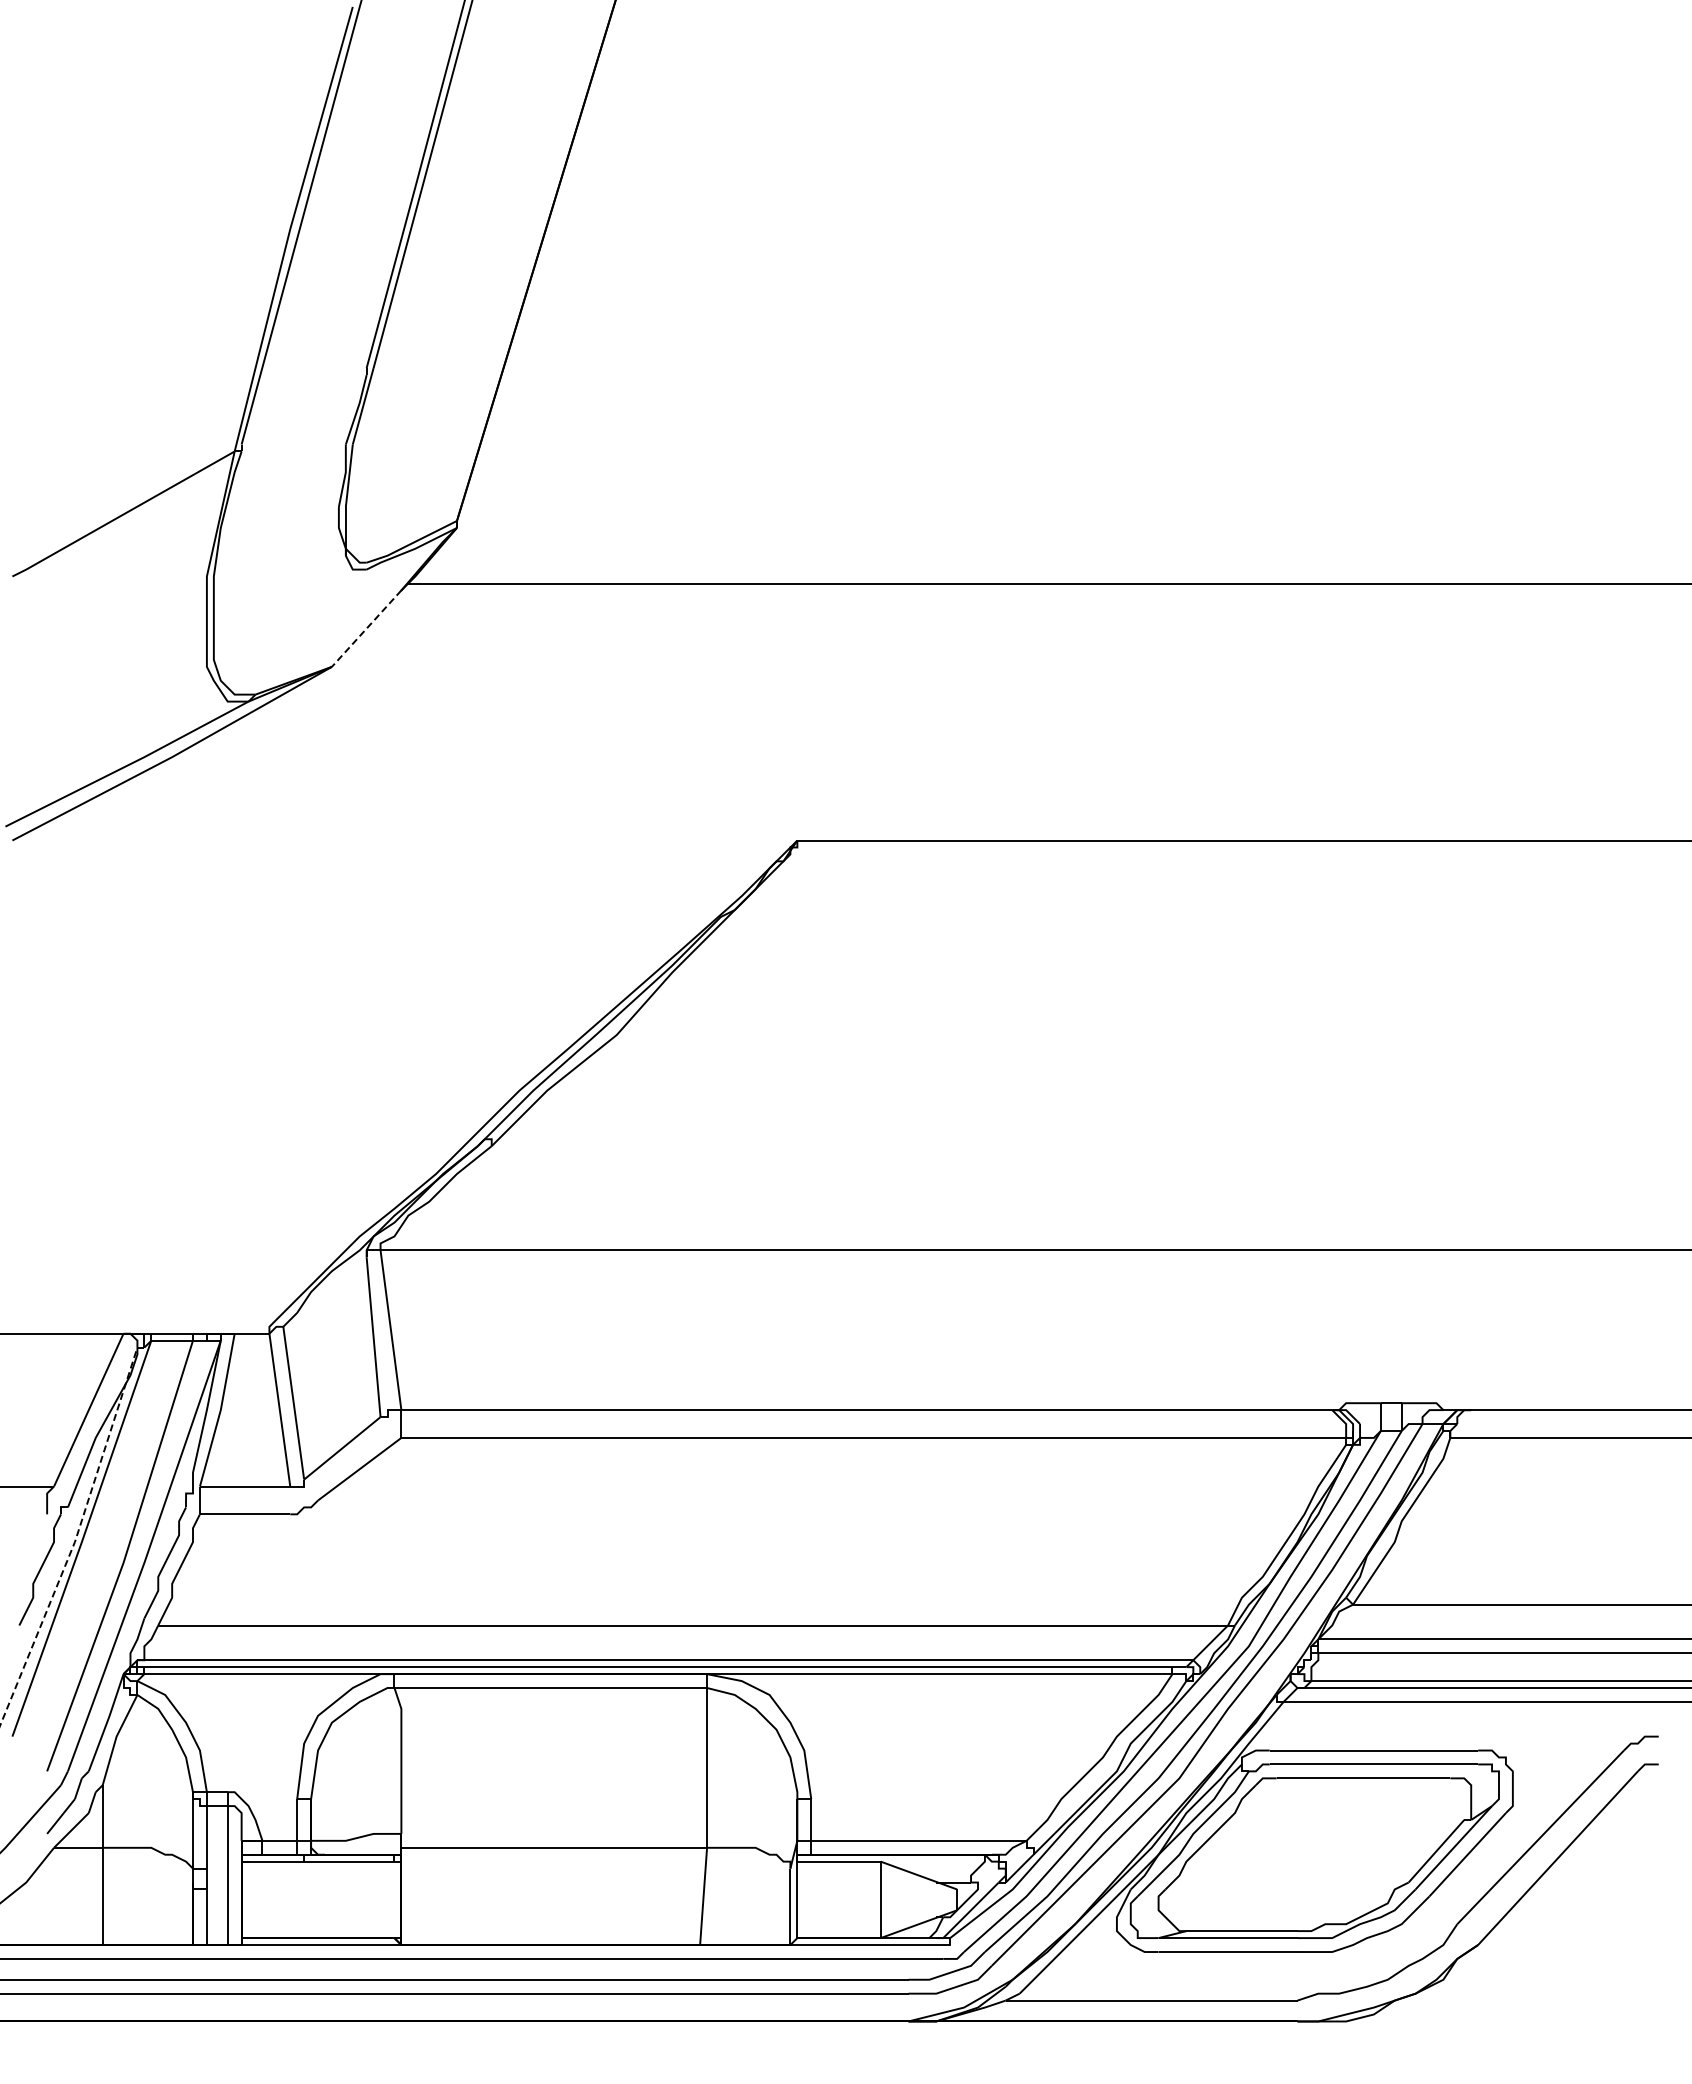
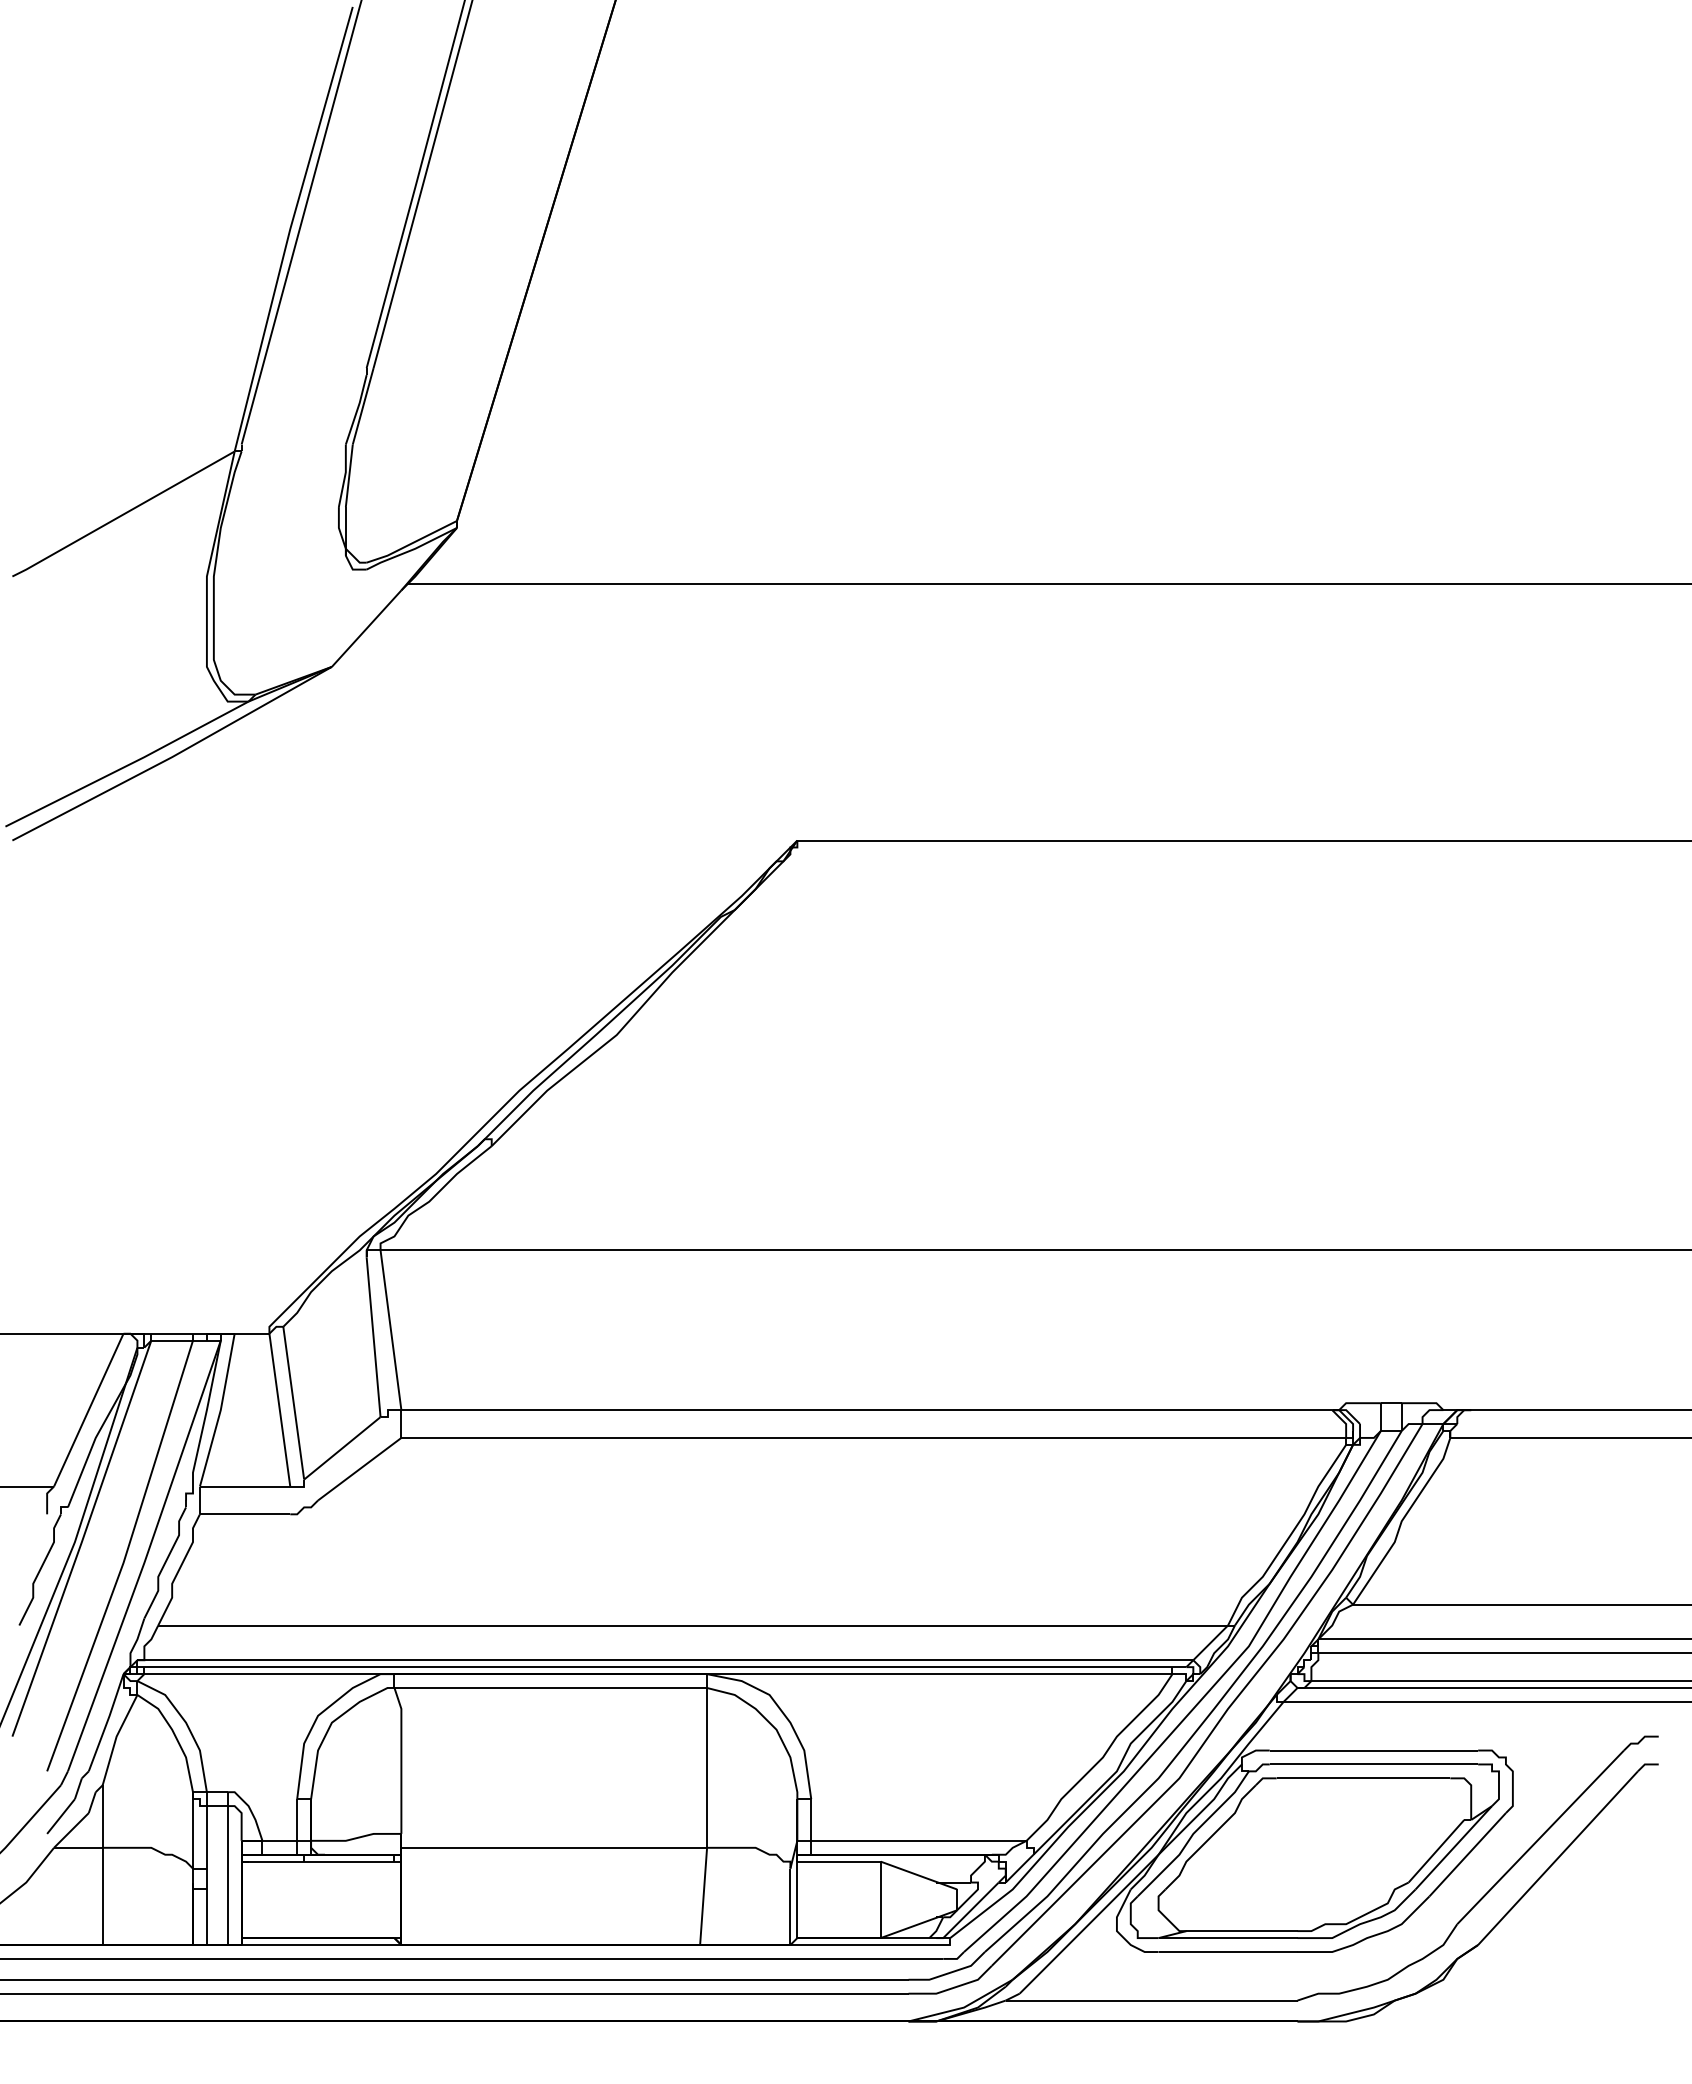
line at (366, 628): dashed -> solid
line at (75, 1539): dashed -> solid
